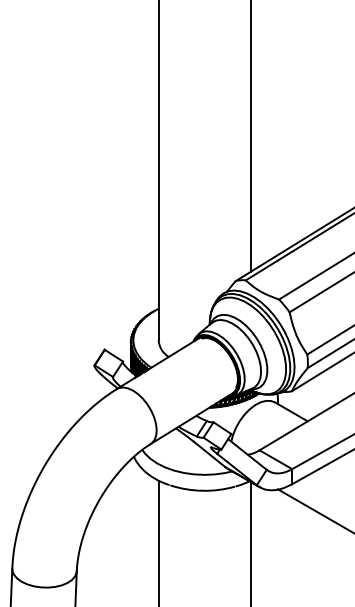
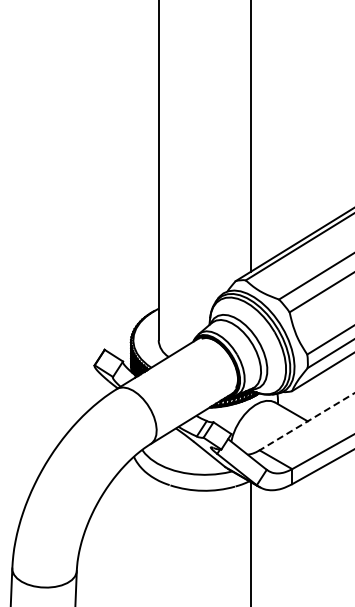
line at (306, 422): solid -> dashed
line at (314, 510): present -> none
line at (158, 541): present -> none
